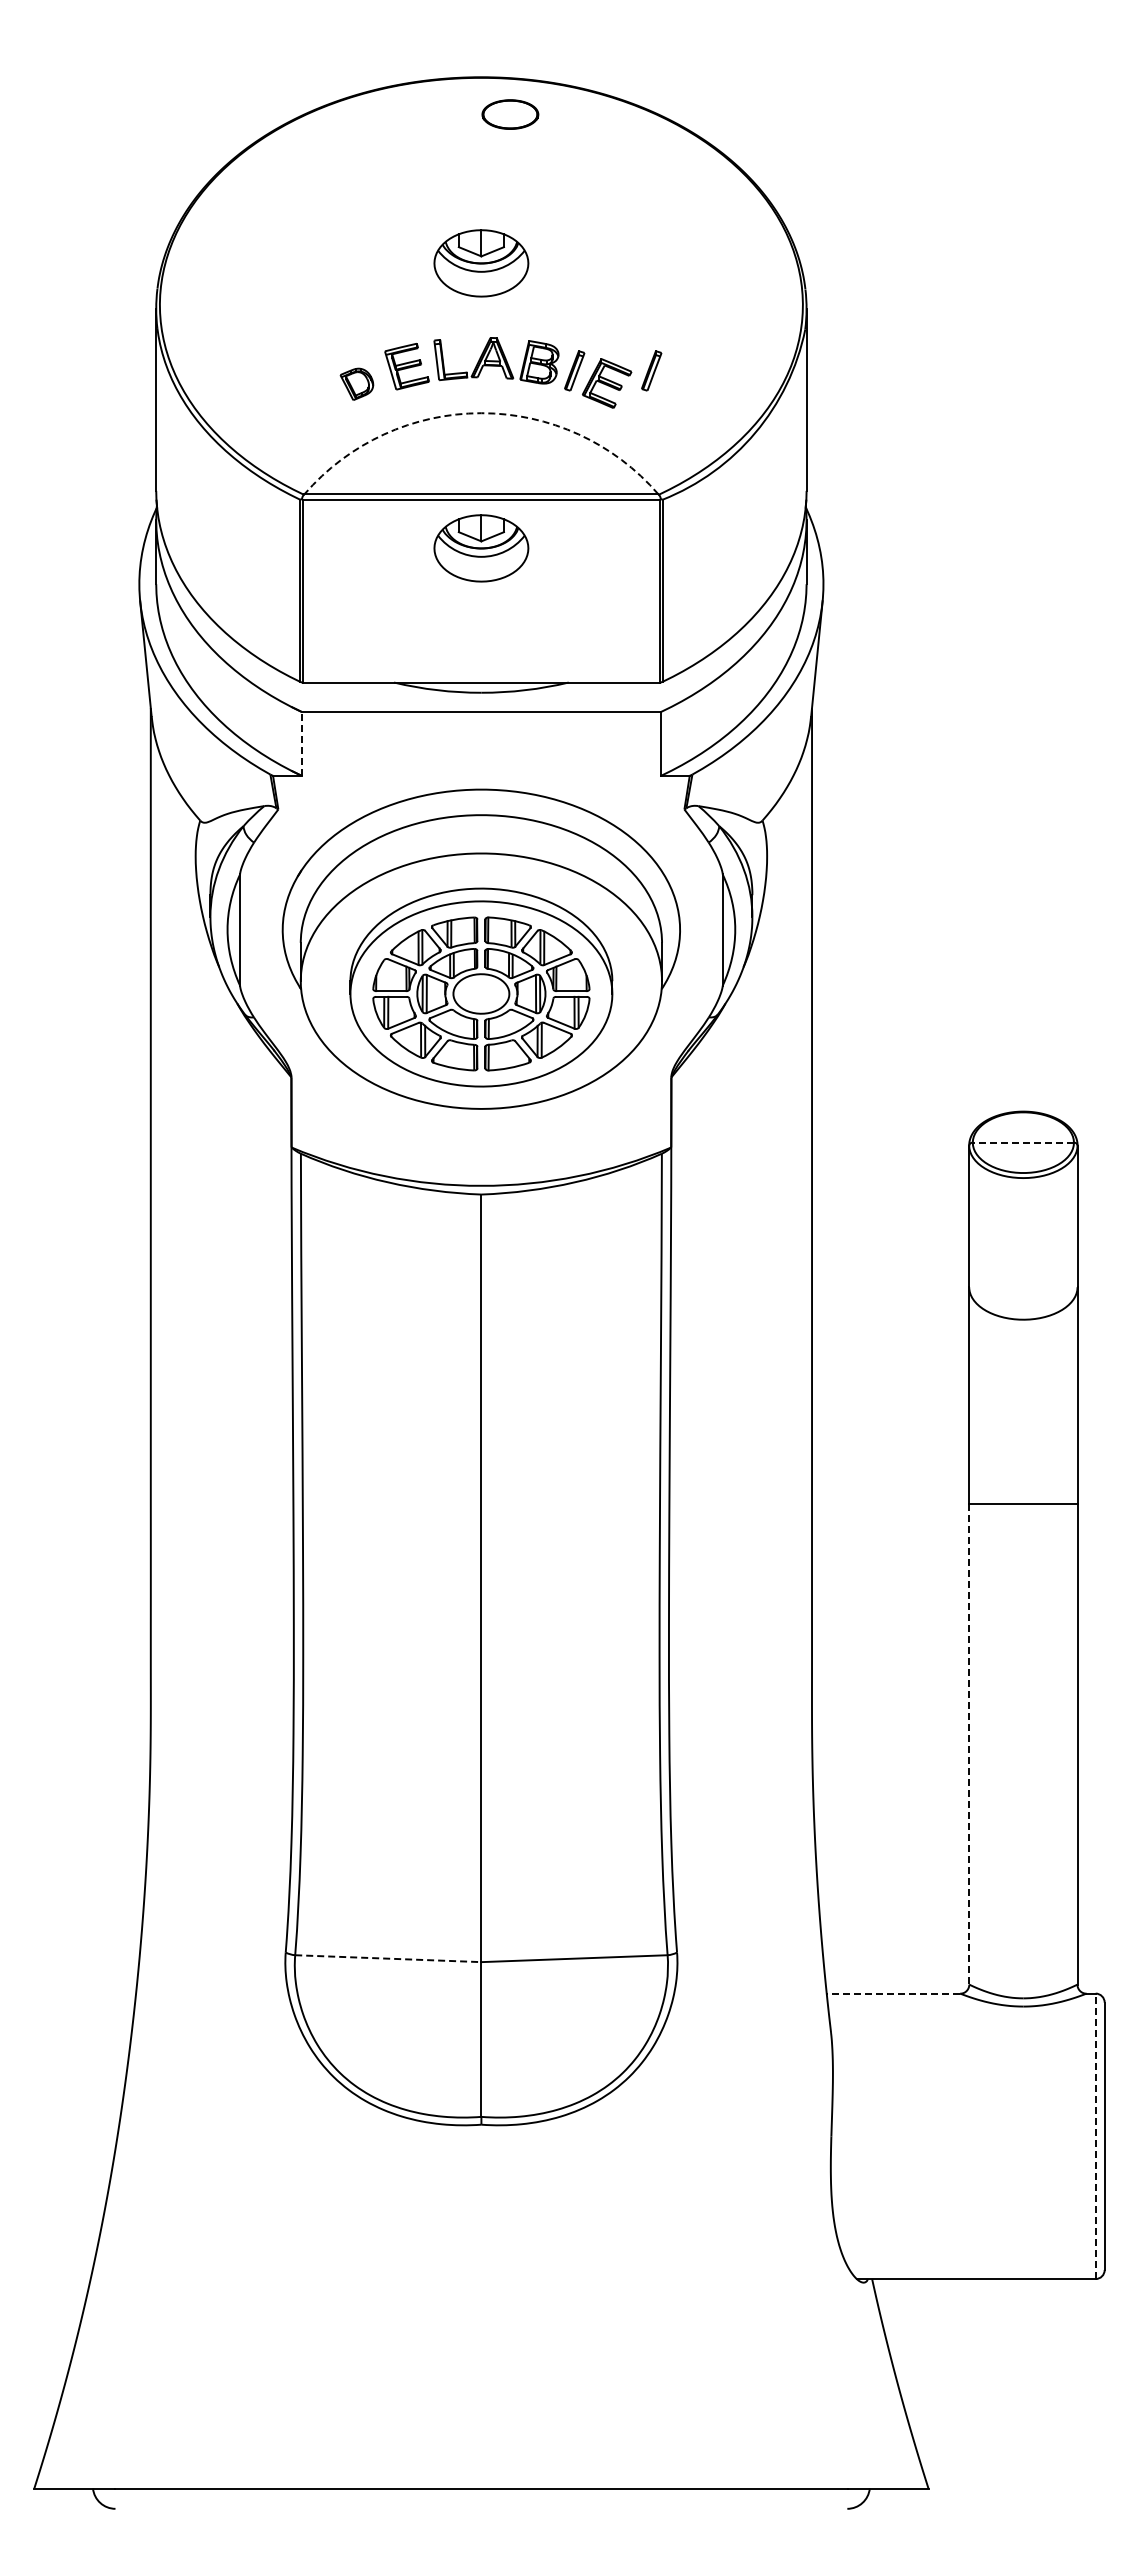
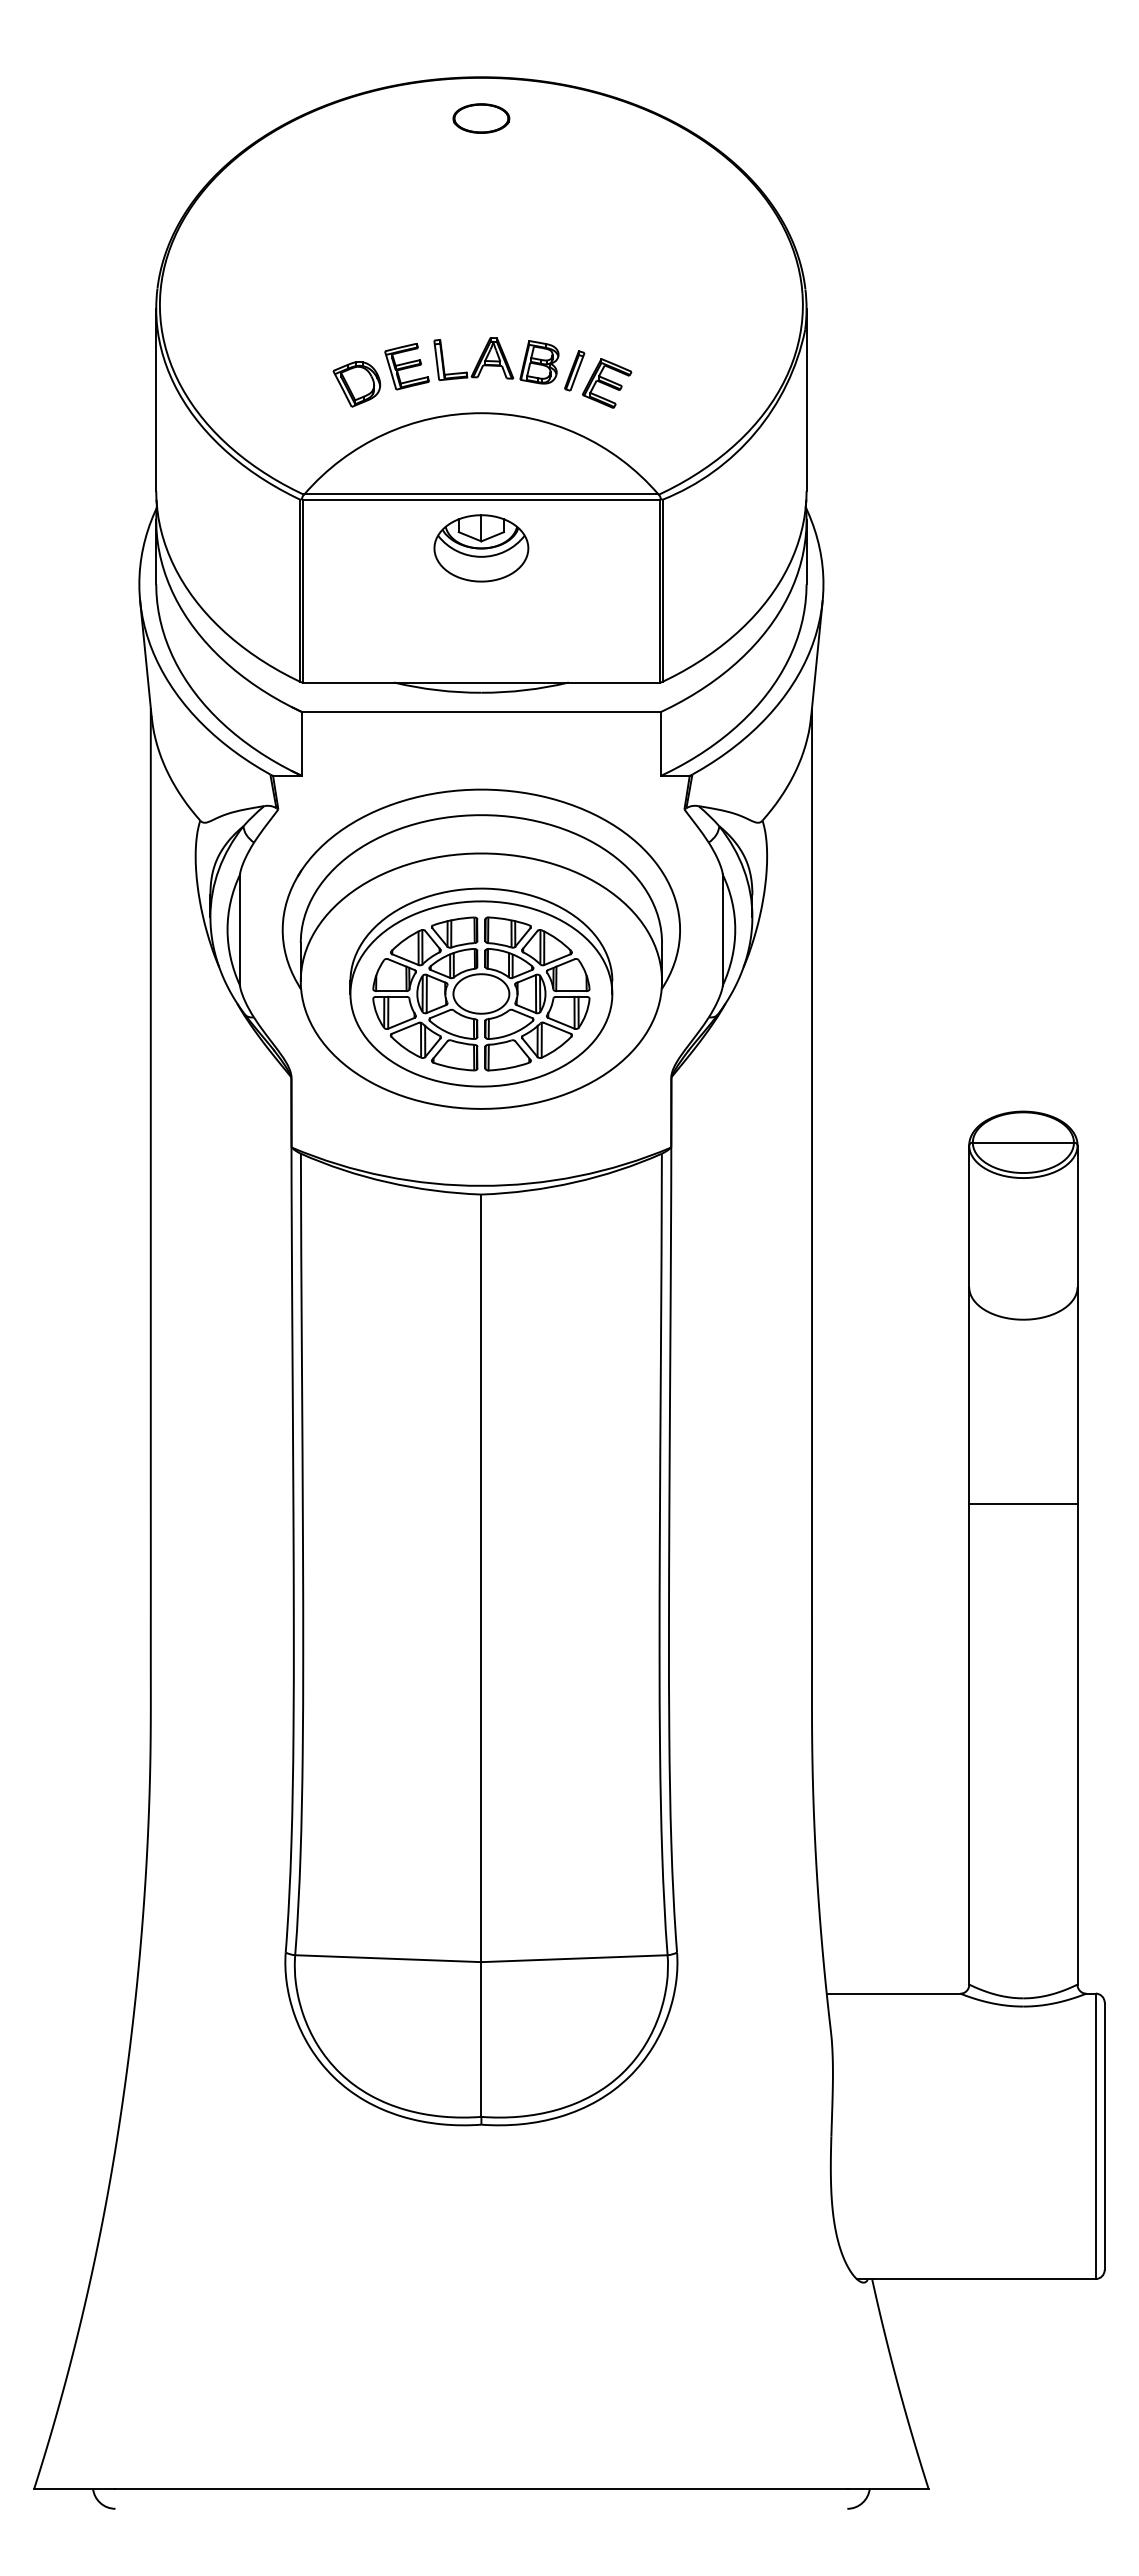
part at (510, 114) position: (510, 114) -> (481, 118)
part at (481, 263): present -> none
part at (651, 370): present -> none
part at (356, 383) size: 36x34 px -> 50x47 px
arc at (481, 413): dashed -> solid
line at (301, 743): dashed -> solid
line at (1023, 1142): dashed -> solid
line at (969, 1744): dashed -> solid
line at (388, 1958): dashed -> solid
line at (893, 1993): dashed -> solid
line at (1095, 2136): dashed -> solid
